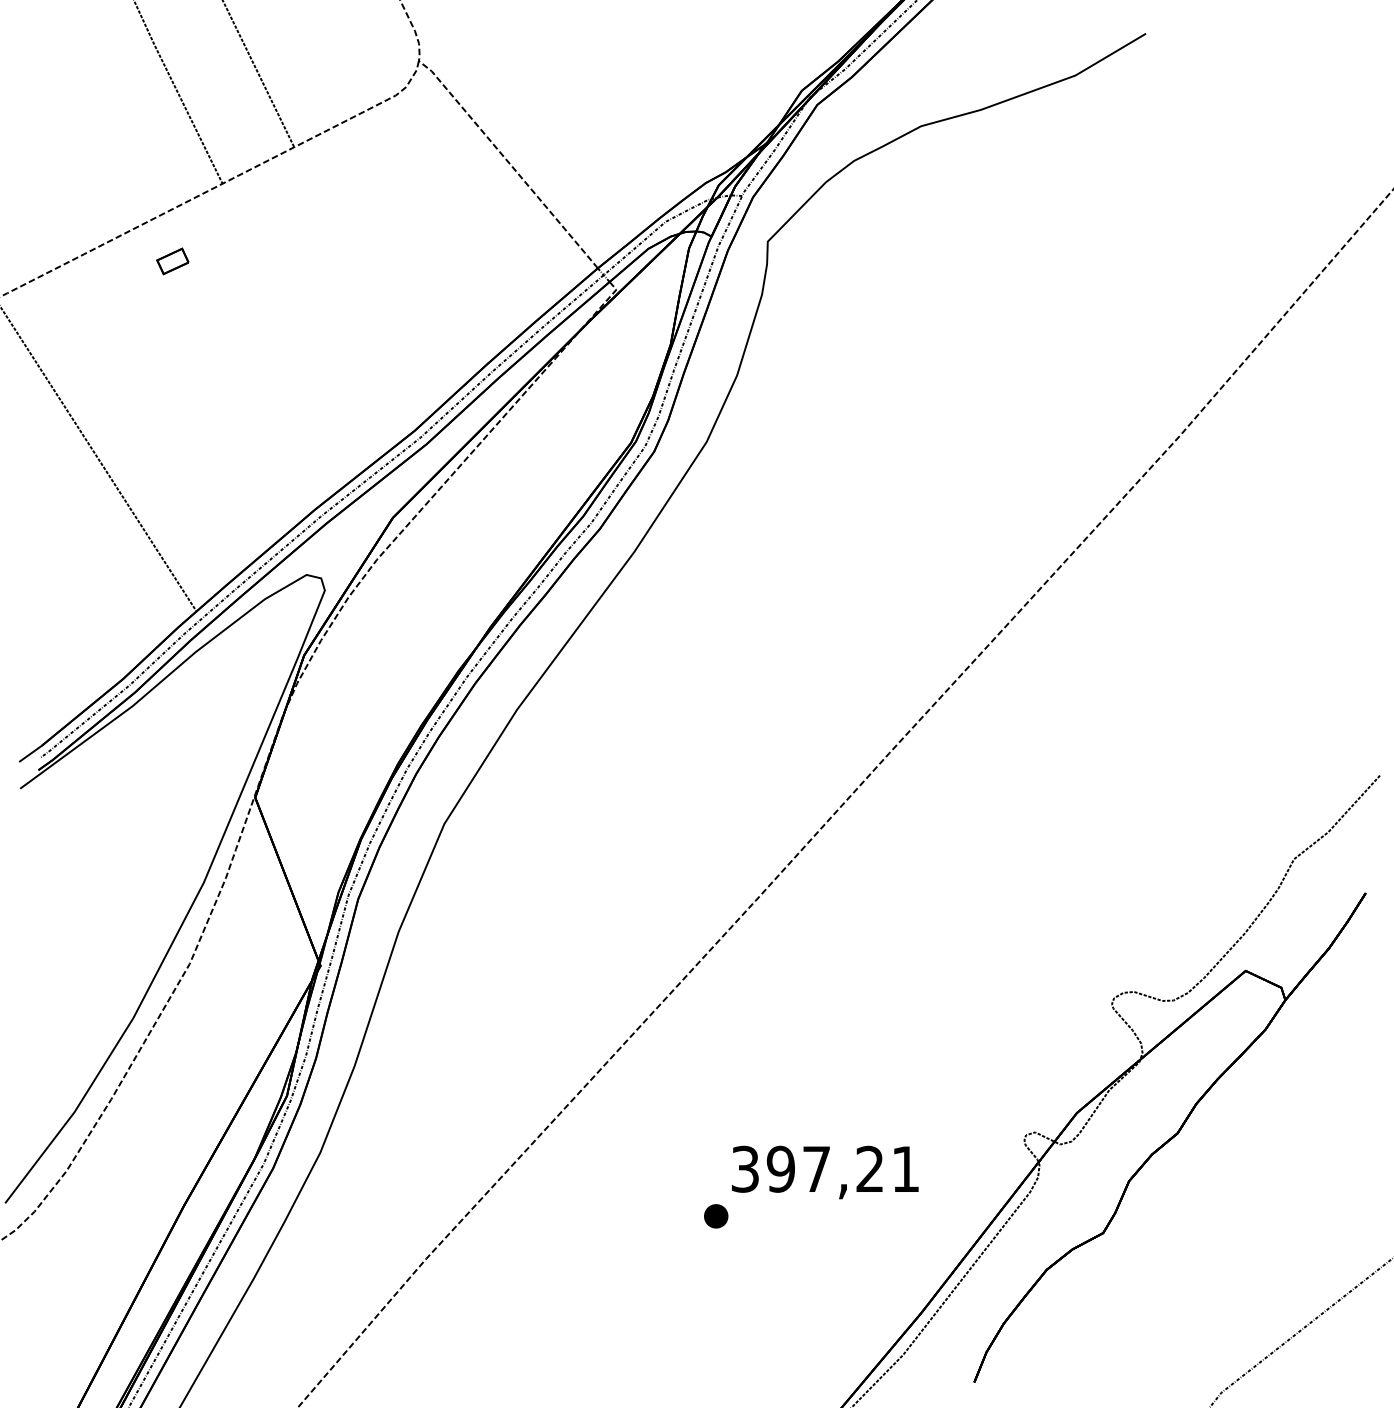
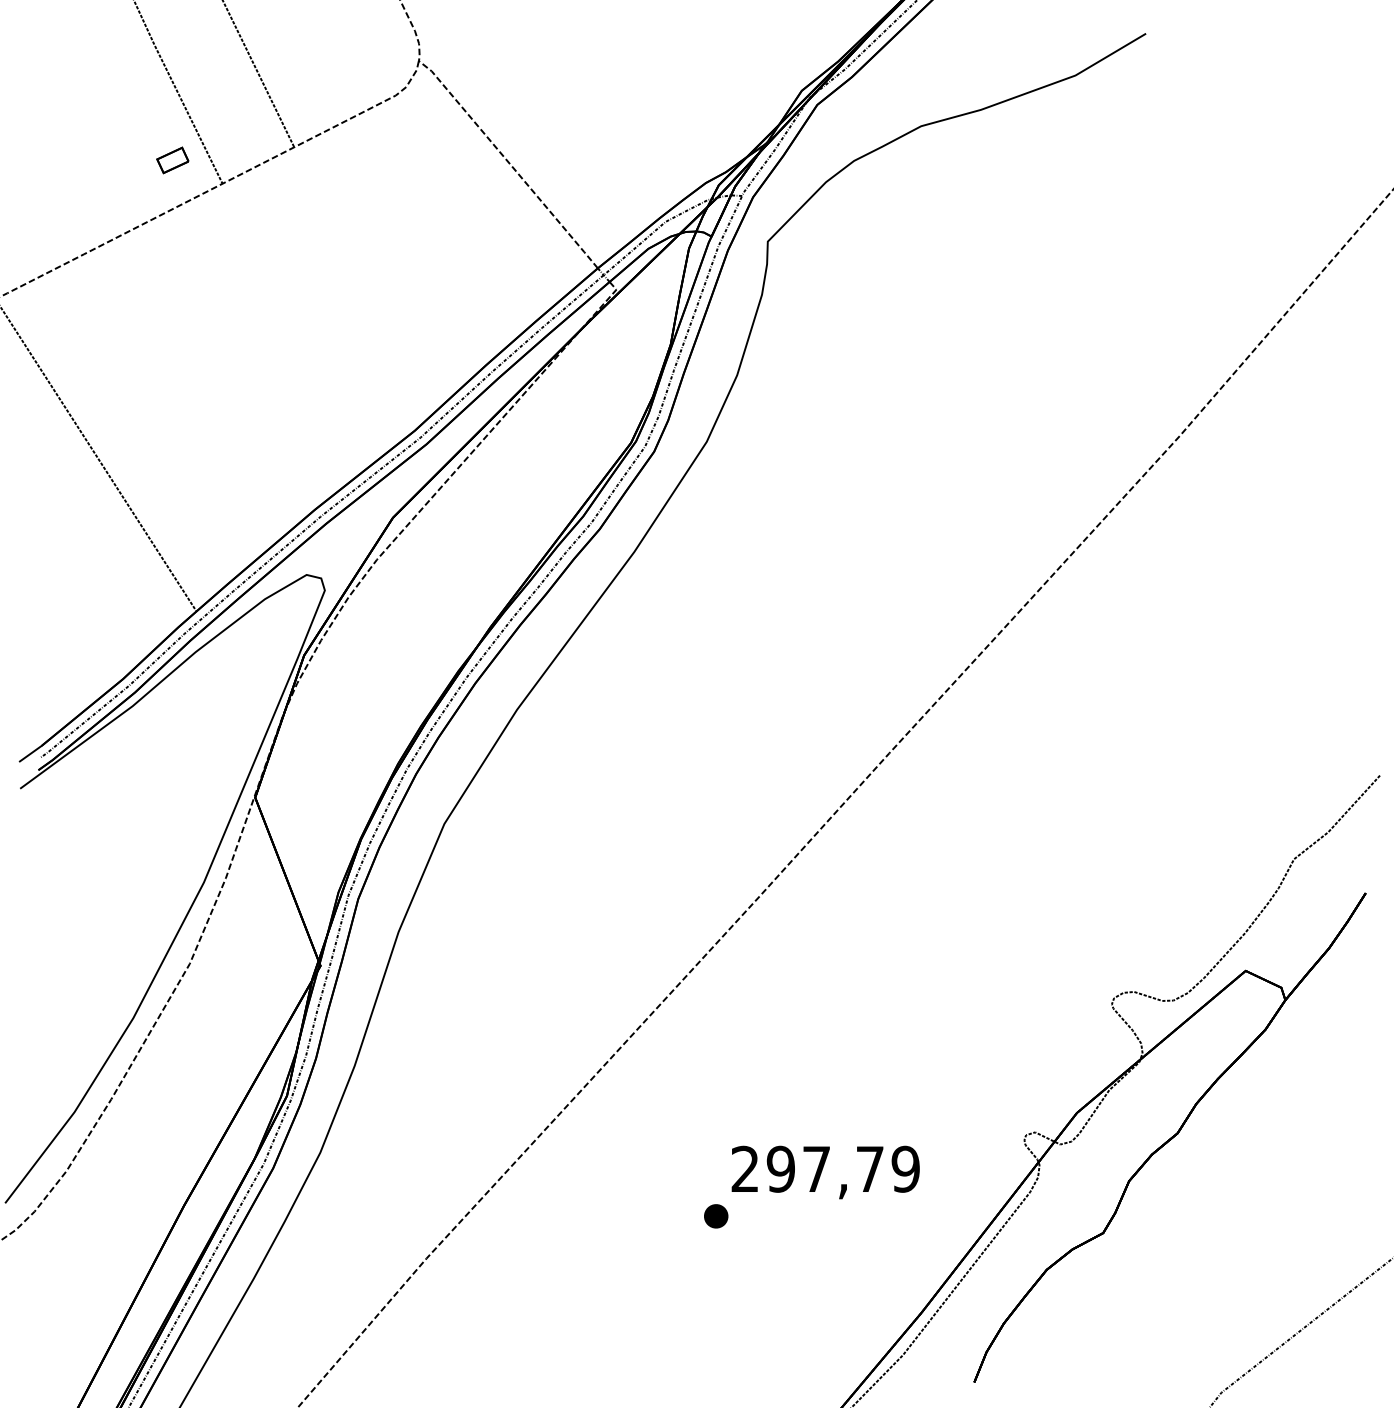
part at (172, 261) position: (172, 261) -> (172, 160)
text at (825, 1168): 397,21 -> 297,79
